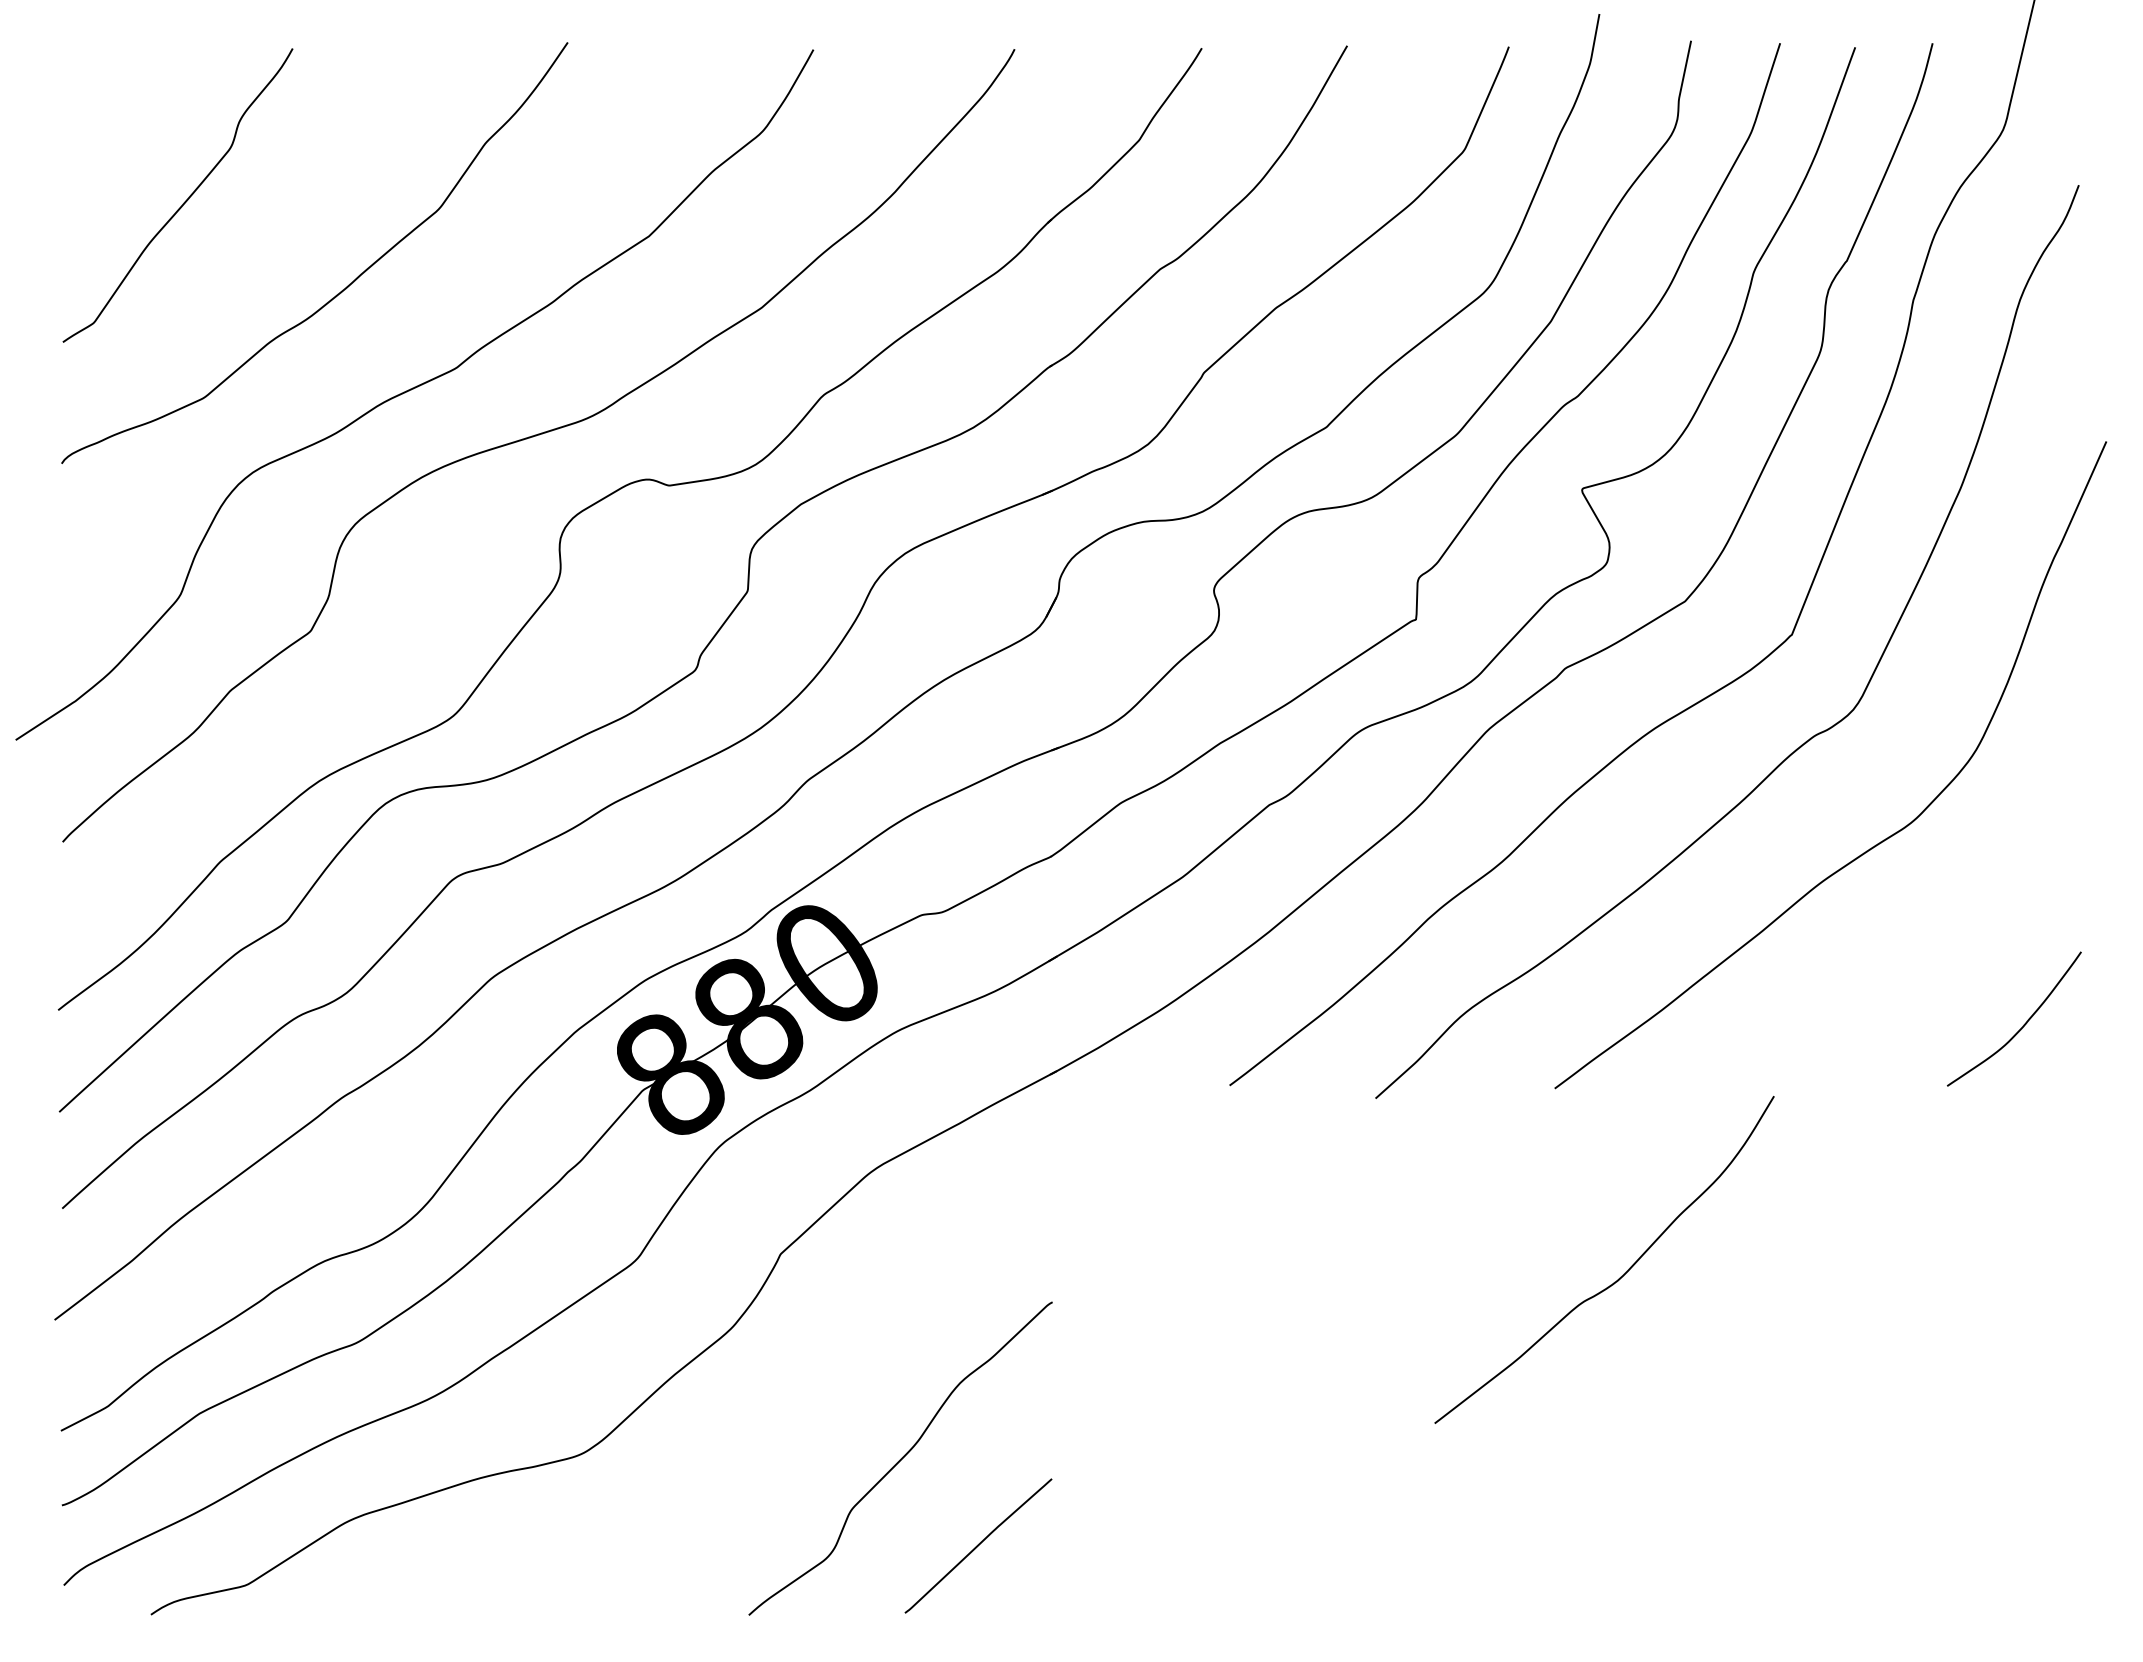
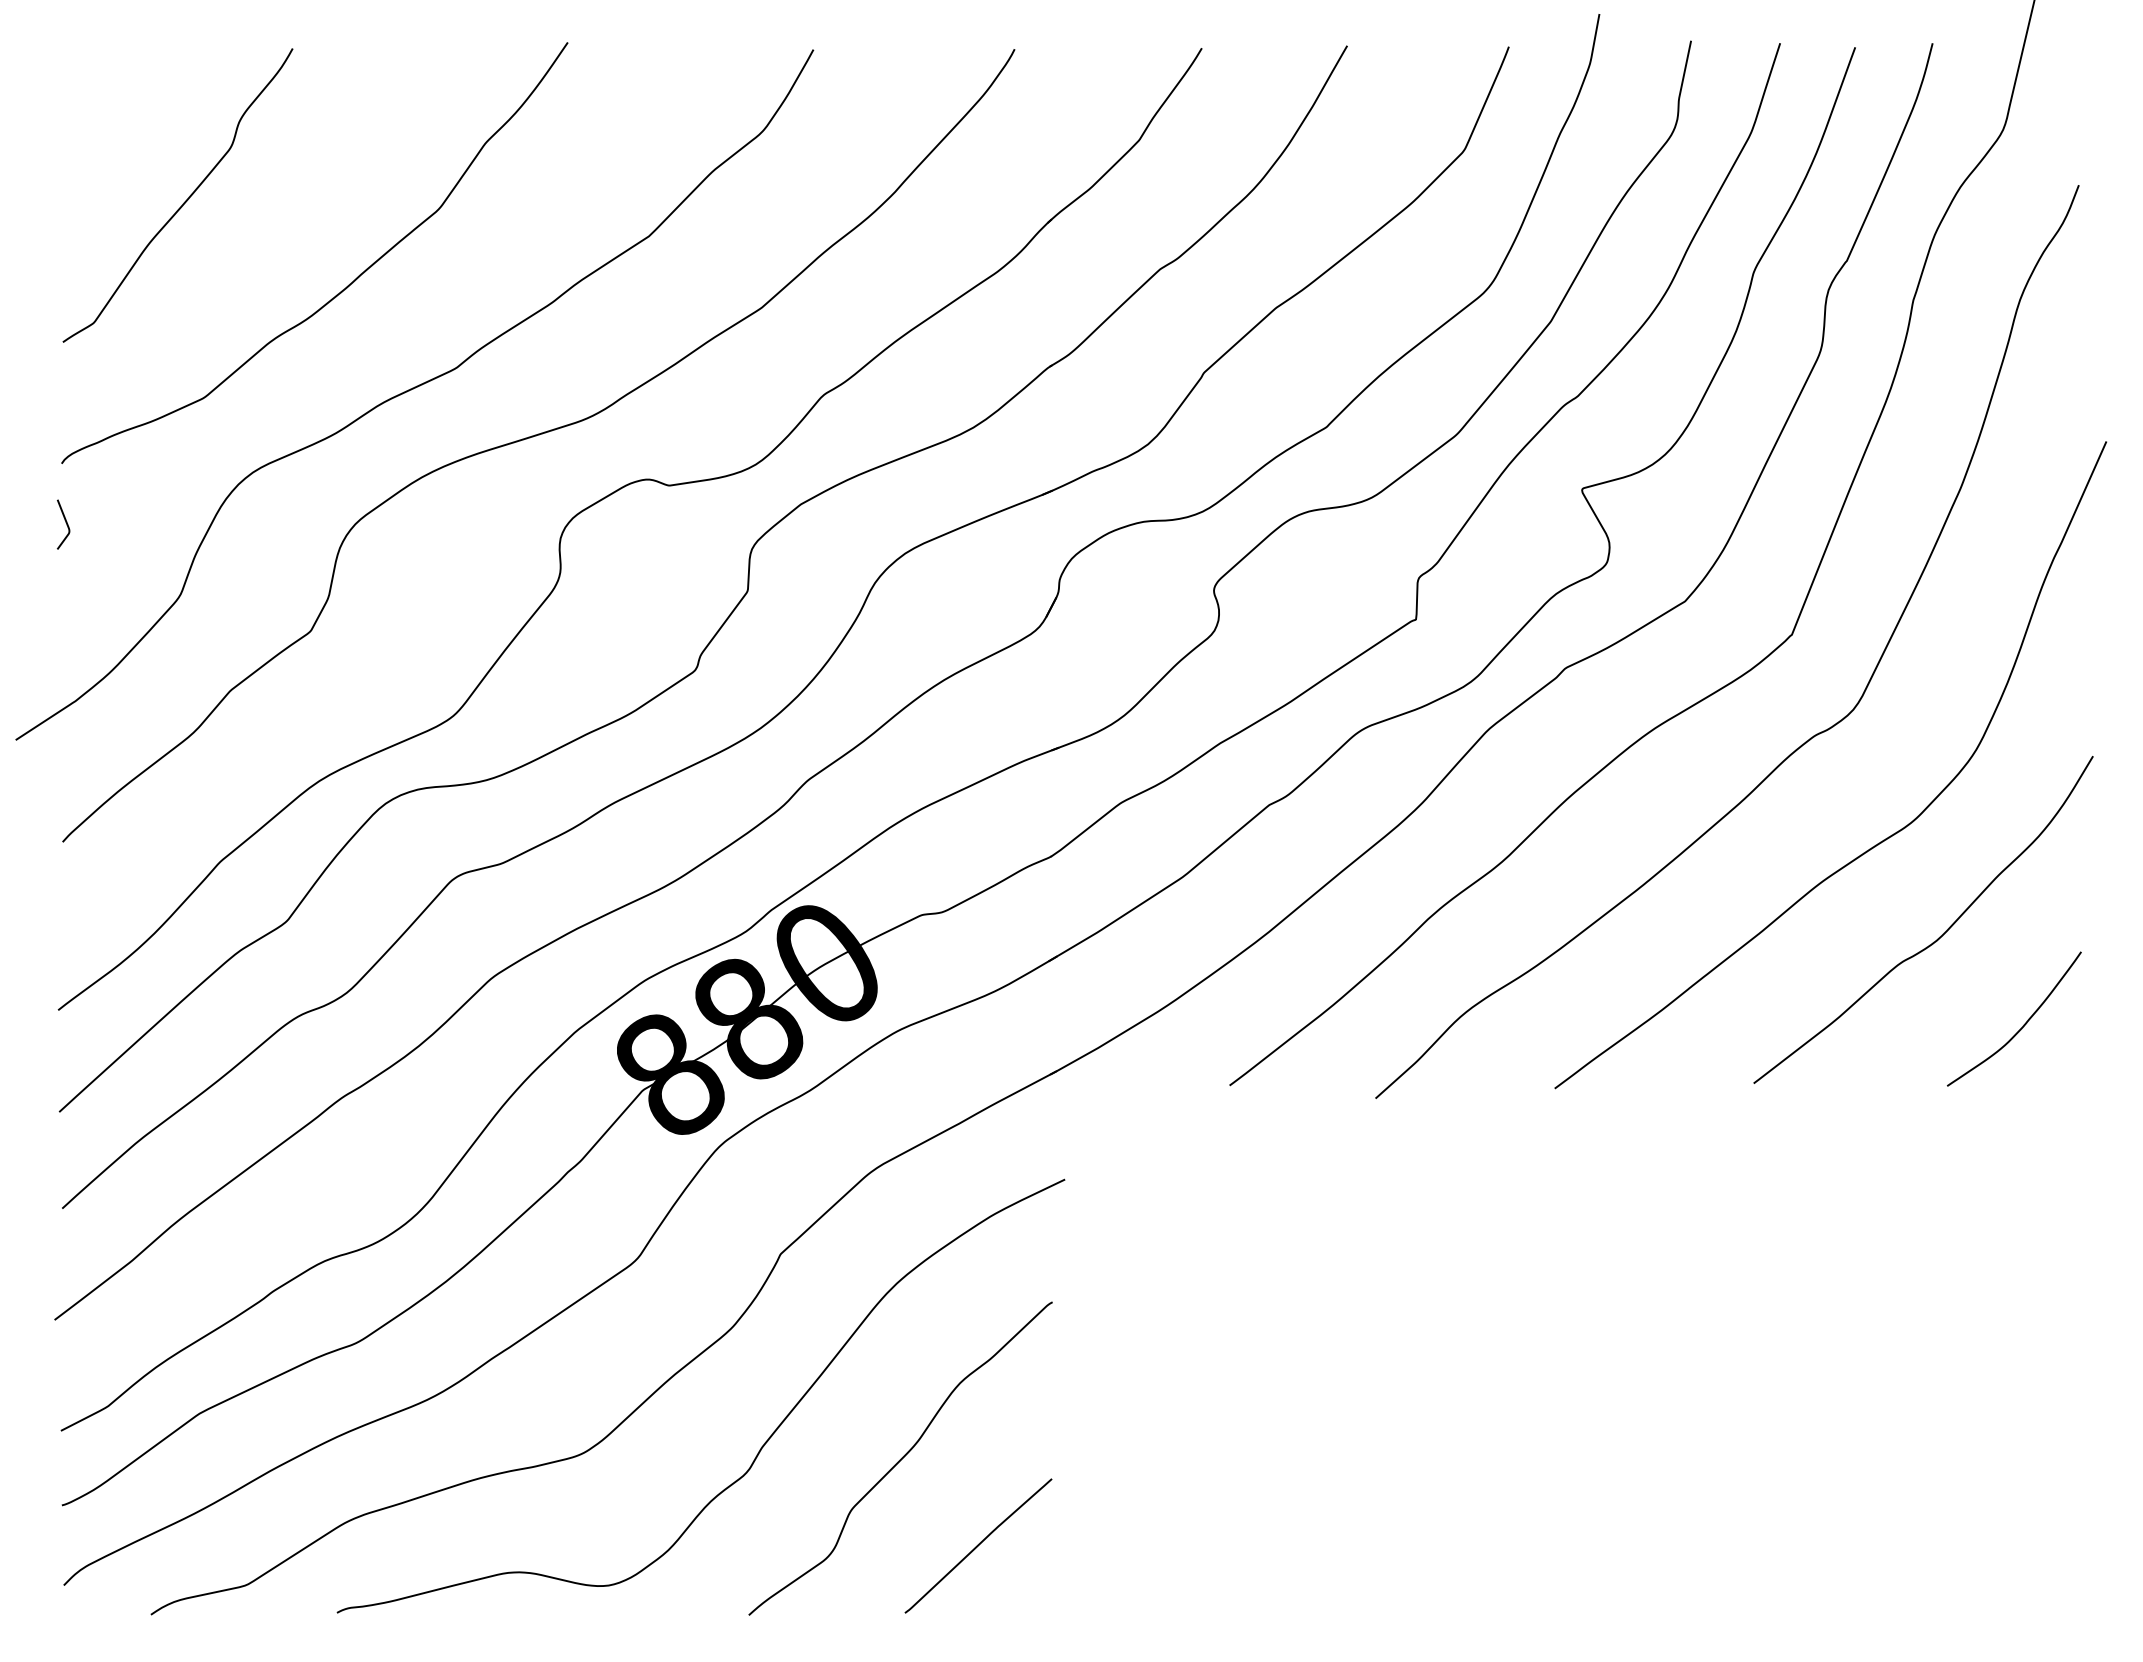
curve at (65, 522): none -> present
curve at (1620, 1276) position: (1620, 1276) -> (1939, 936)
curve at (764, 1442): none -> present
